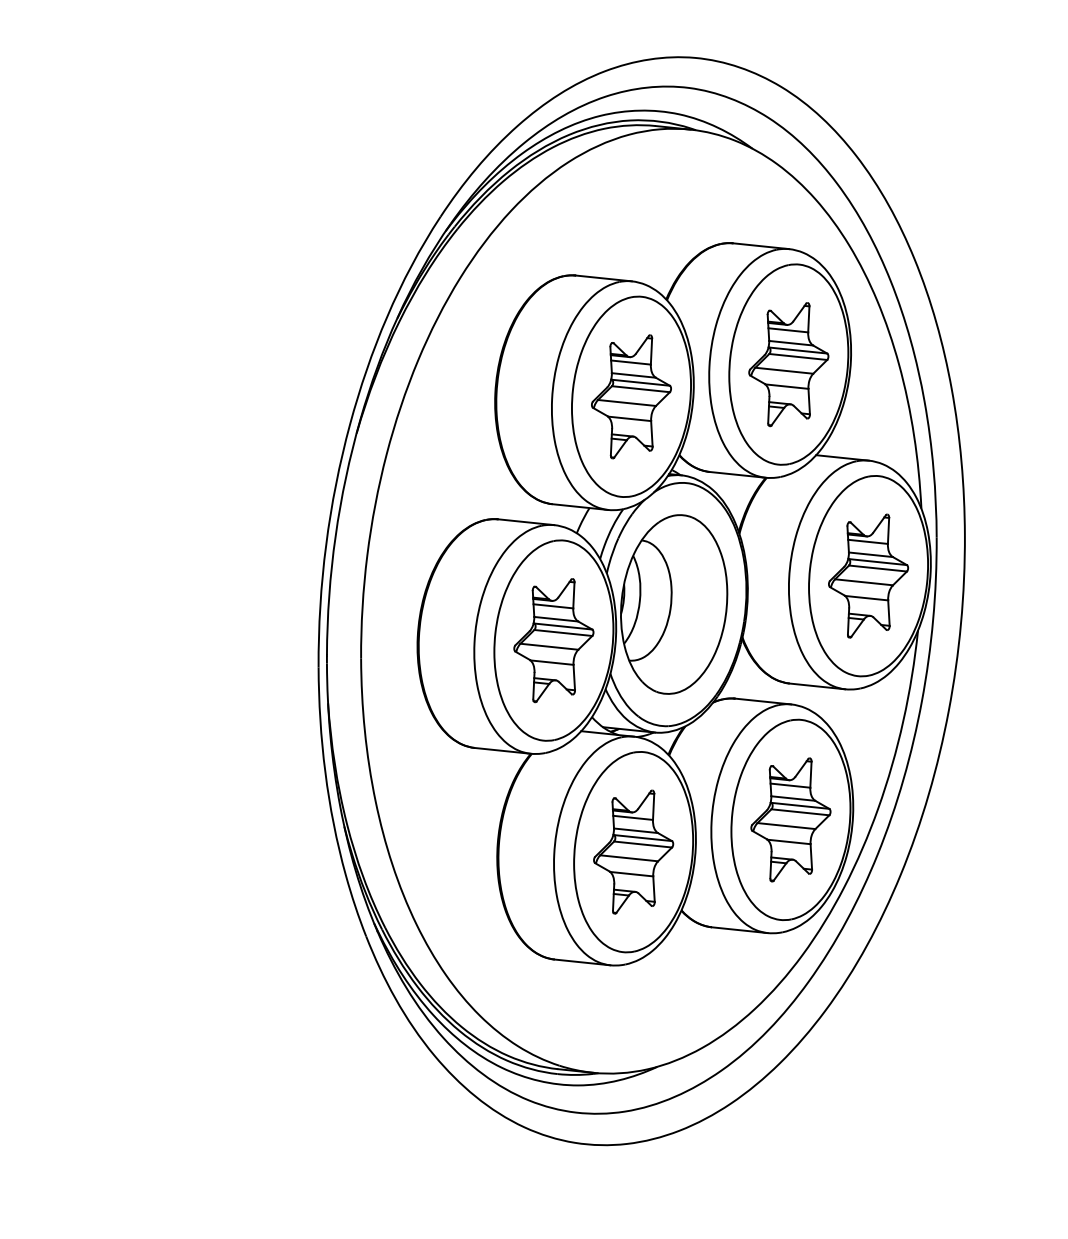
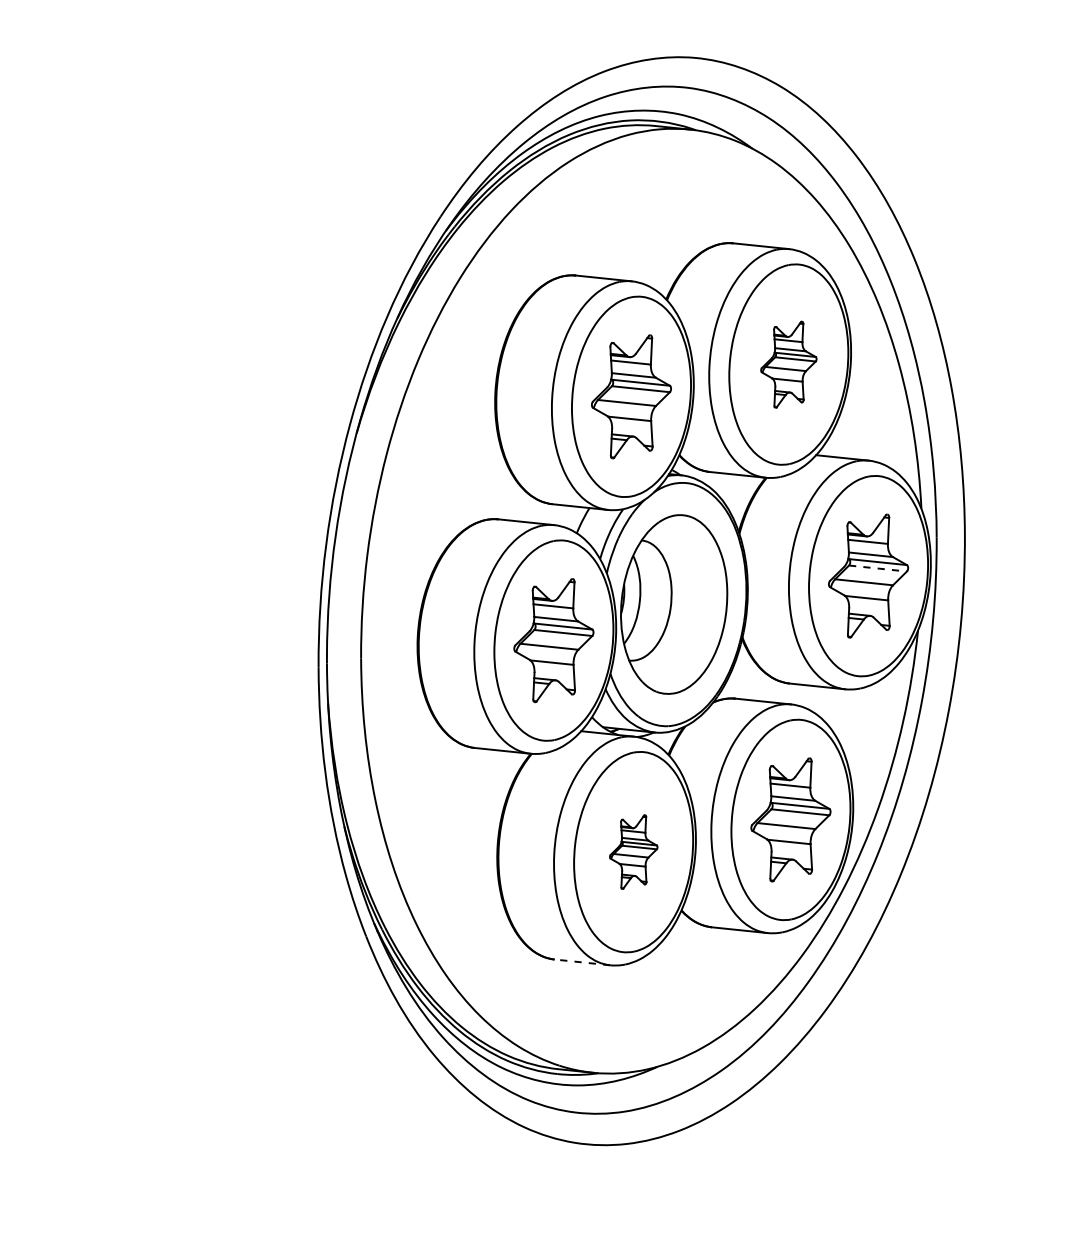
part at (788, 364) size: 82x126 px -> 58x89 px
line at (878, 568): solid -> dashed
part at (633, 851) size: 82x126 px -> 50x76 px
line at (582, 962): solid -> dashed
